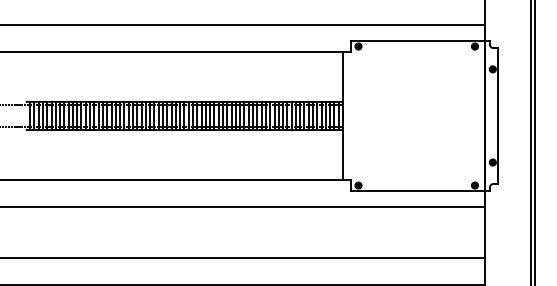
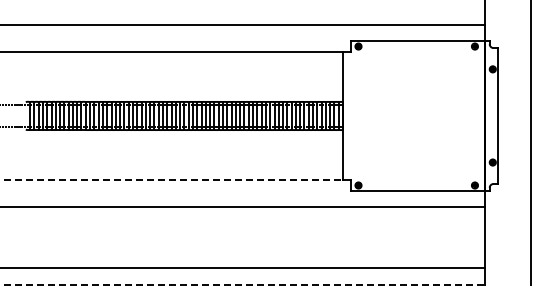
line at (534, 142): present -> none
line at (172, 180): solid -> dashed
line at (243, 257) position: (243, 257) -> (243, 267)
line at (243, 284): solid -> dashed
